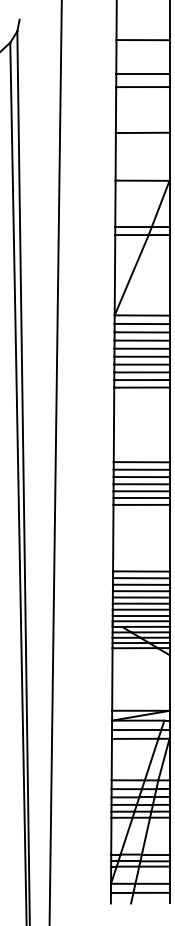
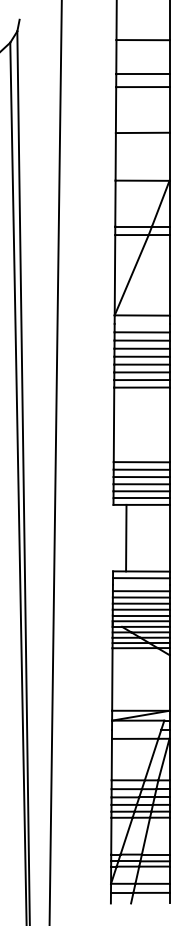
line at (141, 323): present -> none
line at (113, 537) position: (113, 537) -> (126, 537)
line at (140, 584): present -> none
line at (136, 729): present -> none
